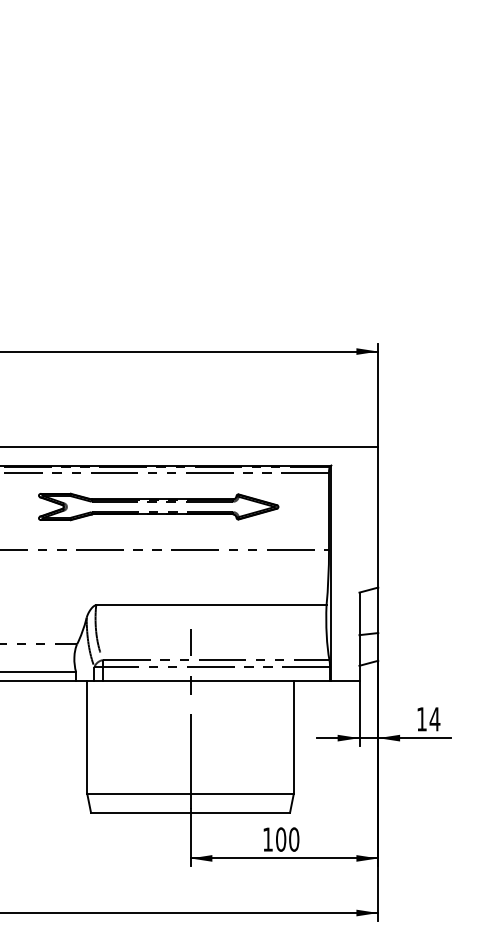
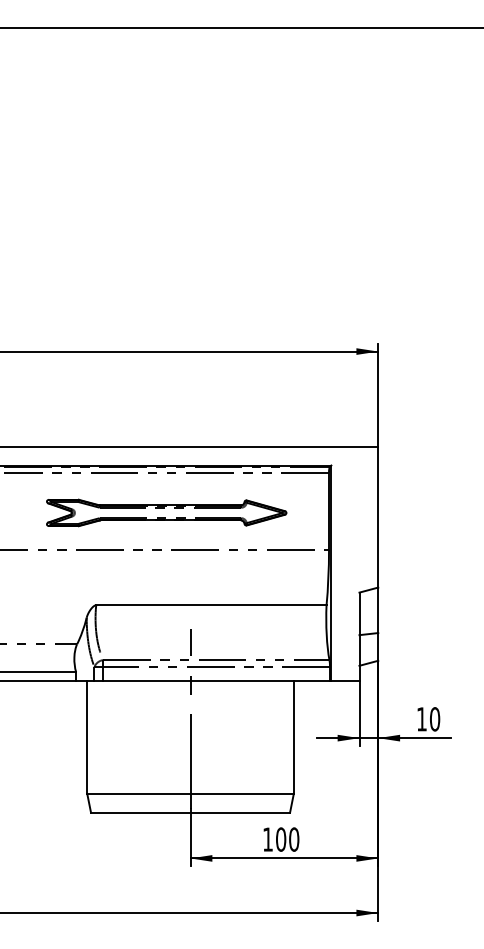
line at (241, 28): none -> present
part at (158, 506) position: (158, 506) -> (166, 512)
text at (434, 719): 14 -> 10
